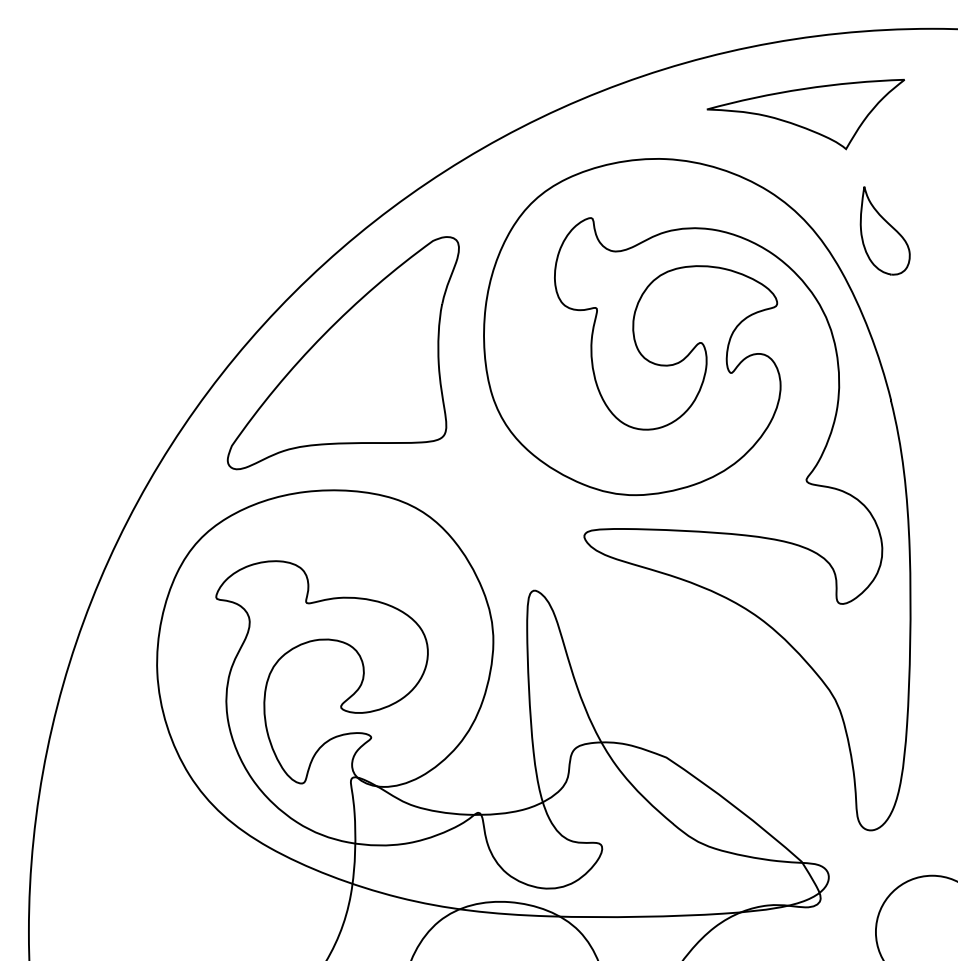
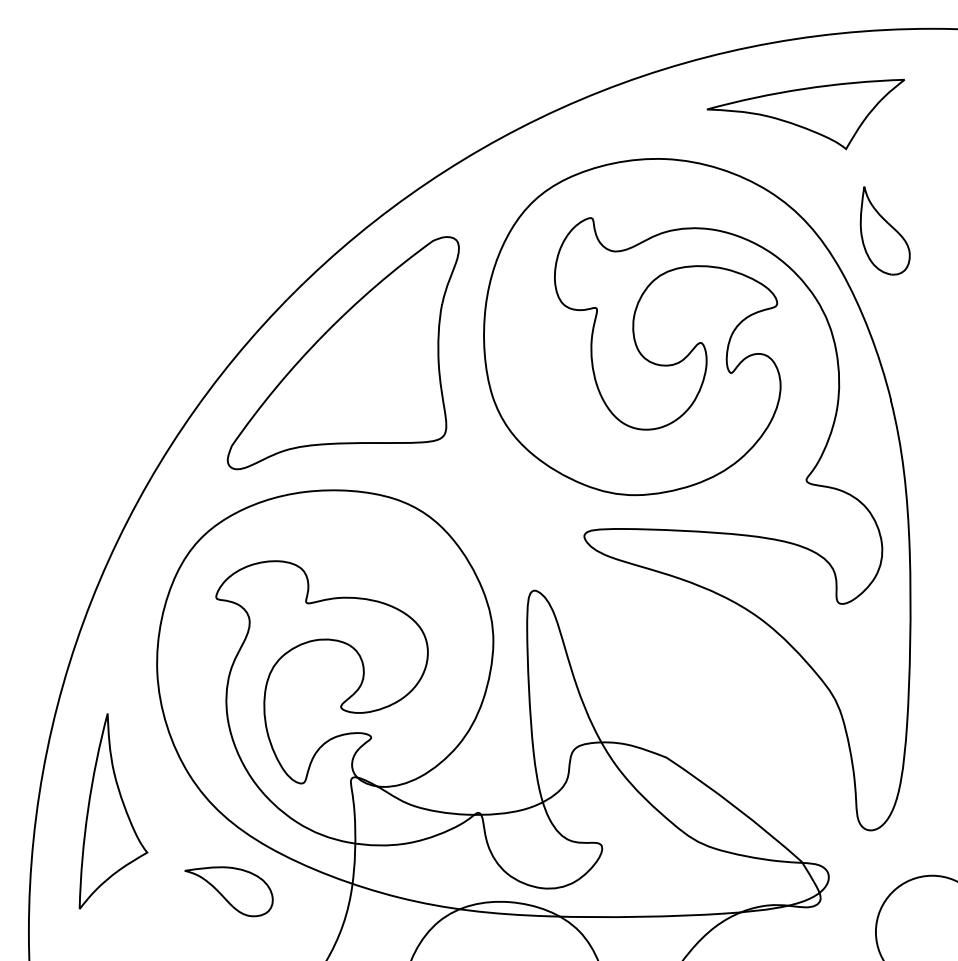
part at (113, 811): none -> present
part at (228, 891): none -> present
